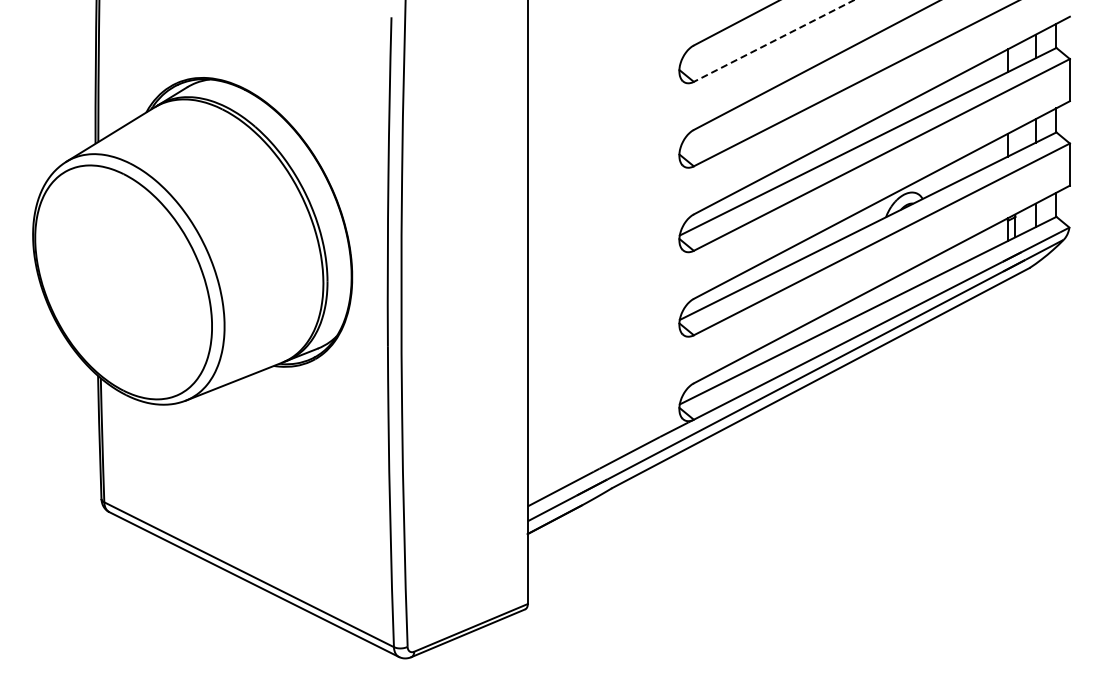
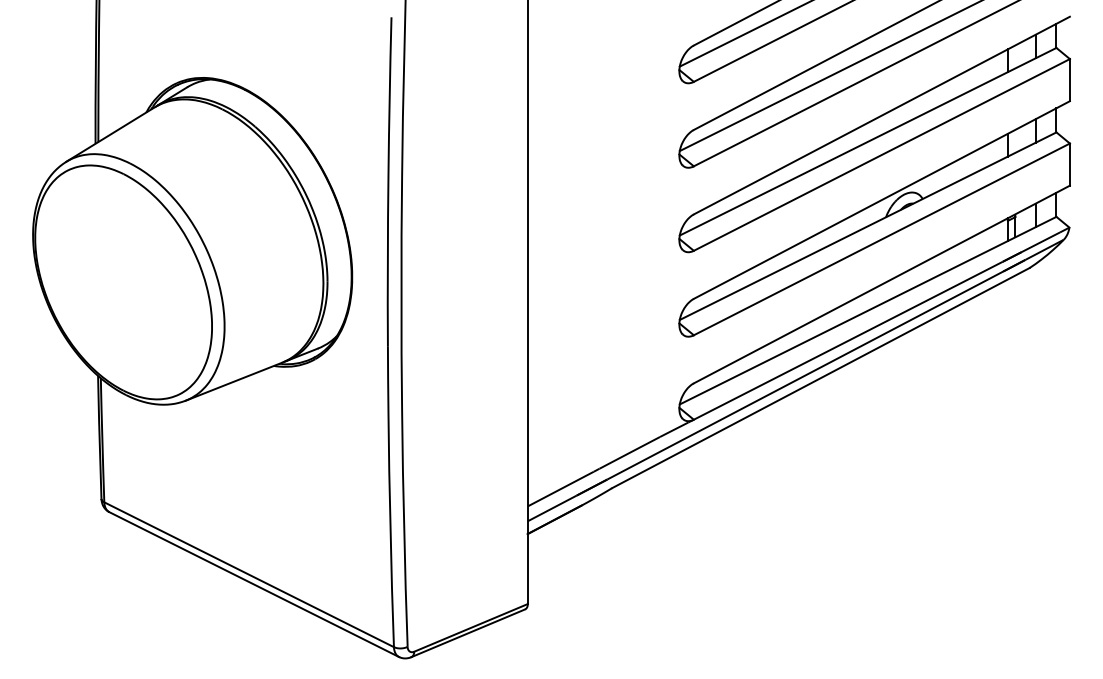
line at (743, 34): none -> present
line at (773, 41): dashed -> solid
line at (828, 76): none -> present
